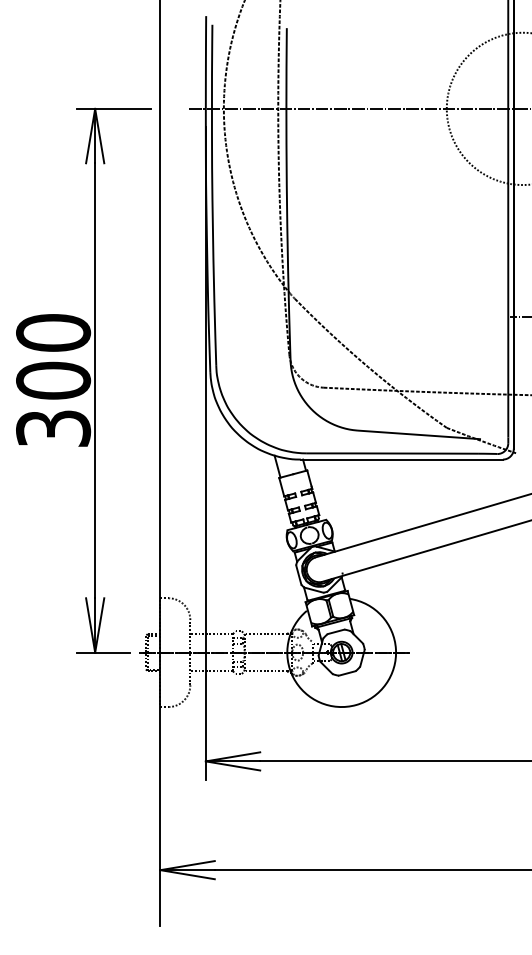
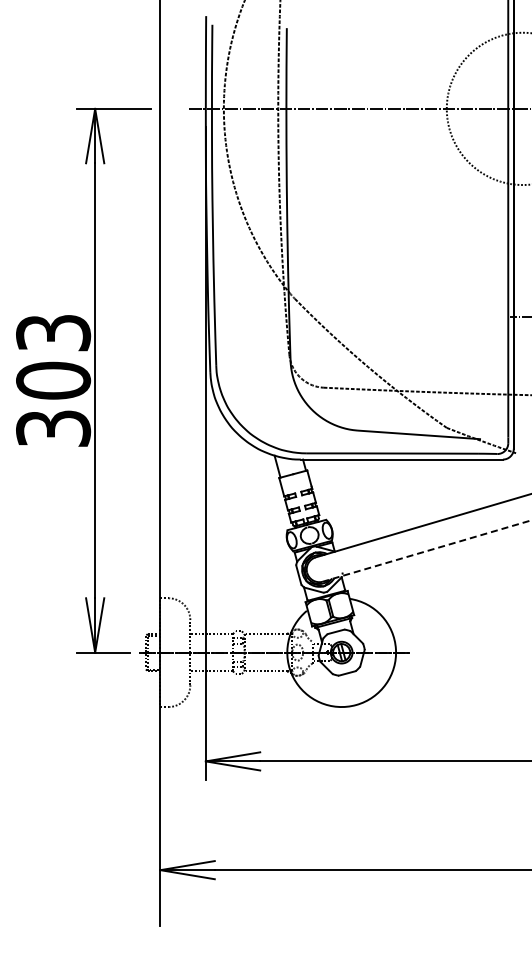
text at (53, 332): 300 -> 303
line at (427, 550): solid -> dashed
